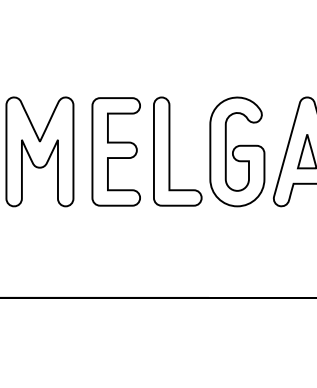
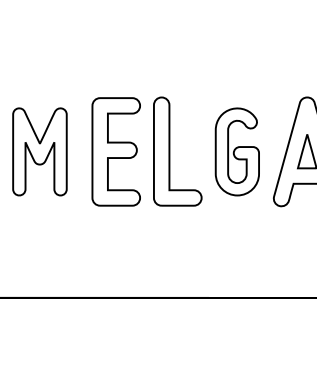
part at (39, 151) size: 70x112 px -> 56x90 px
part at (237, 151) size: 57x112 px -> 46x90 px
